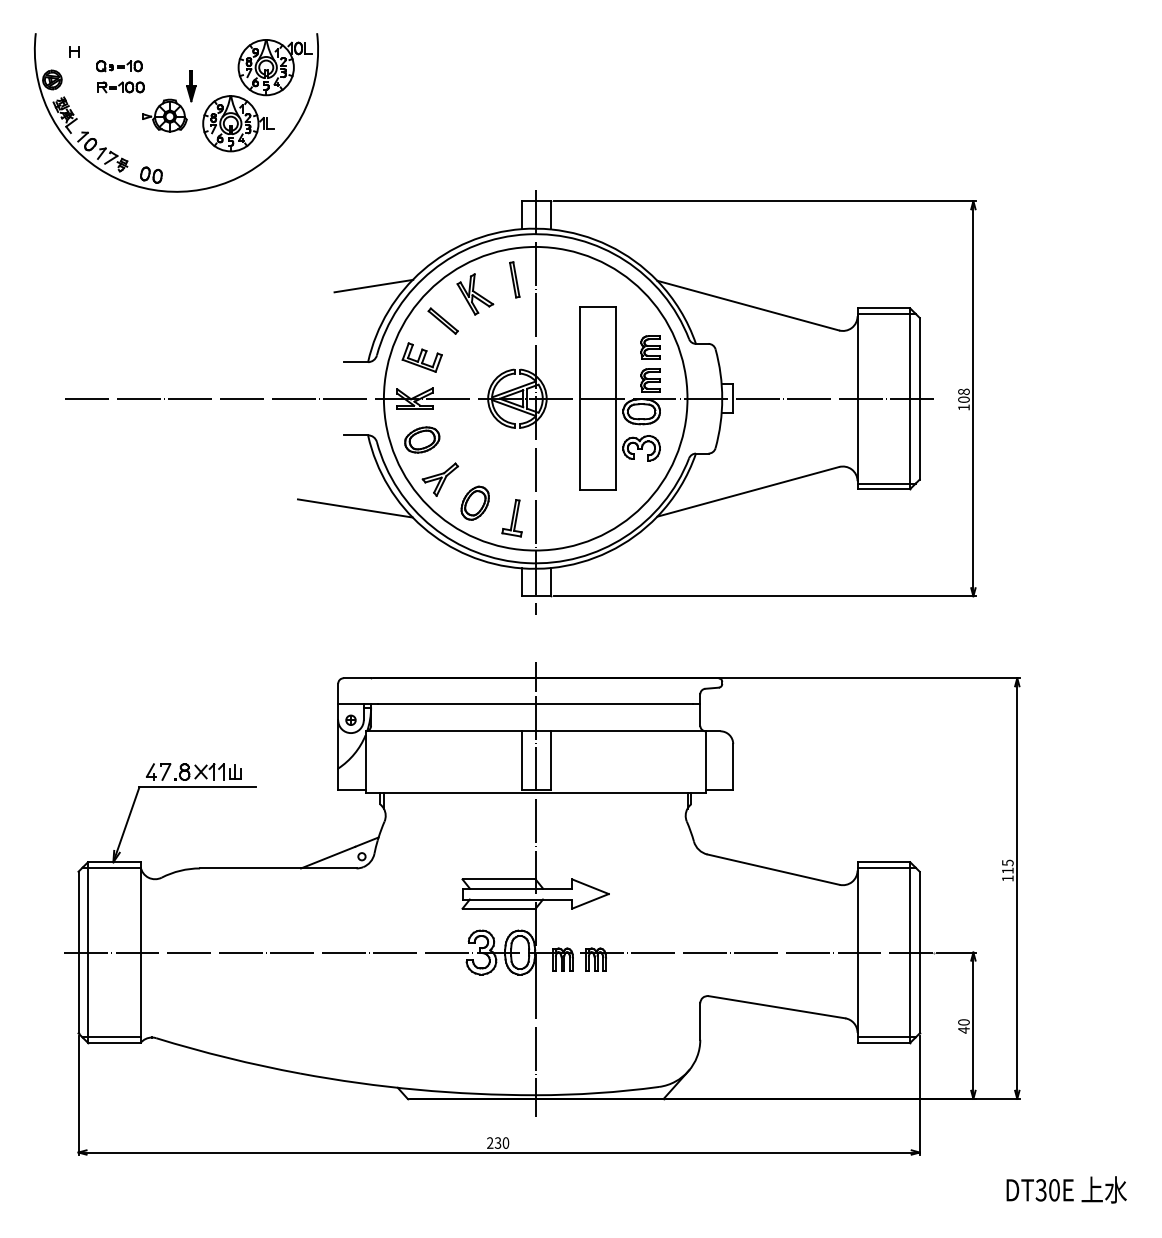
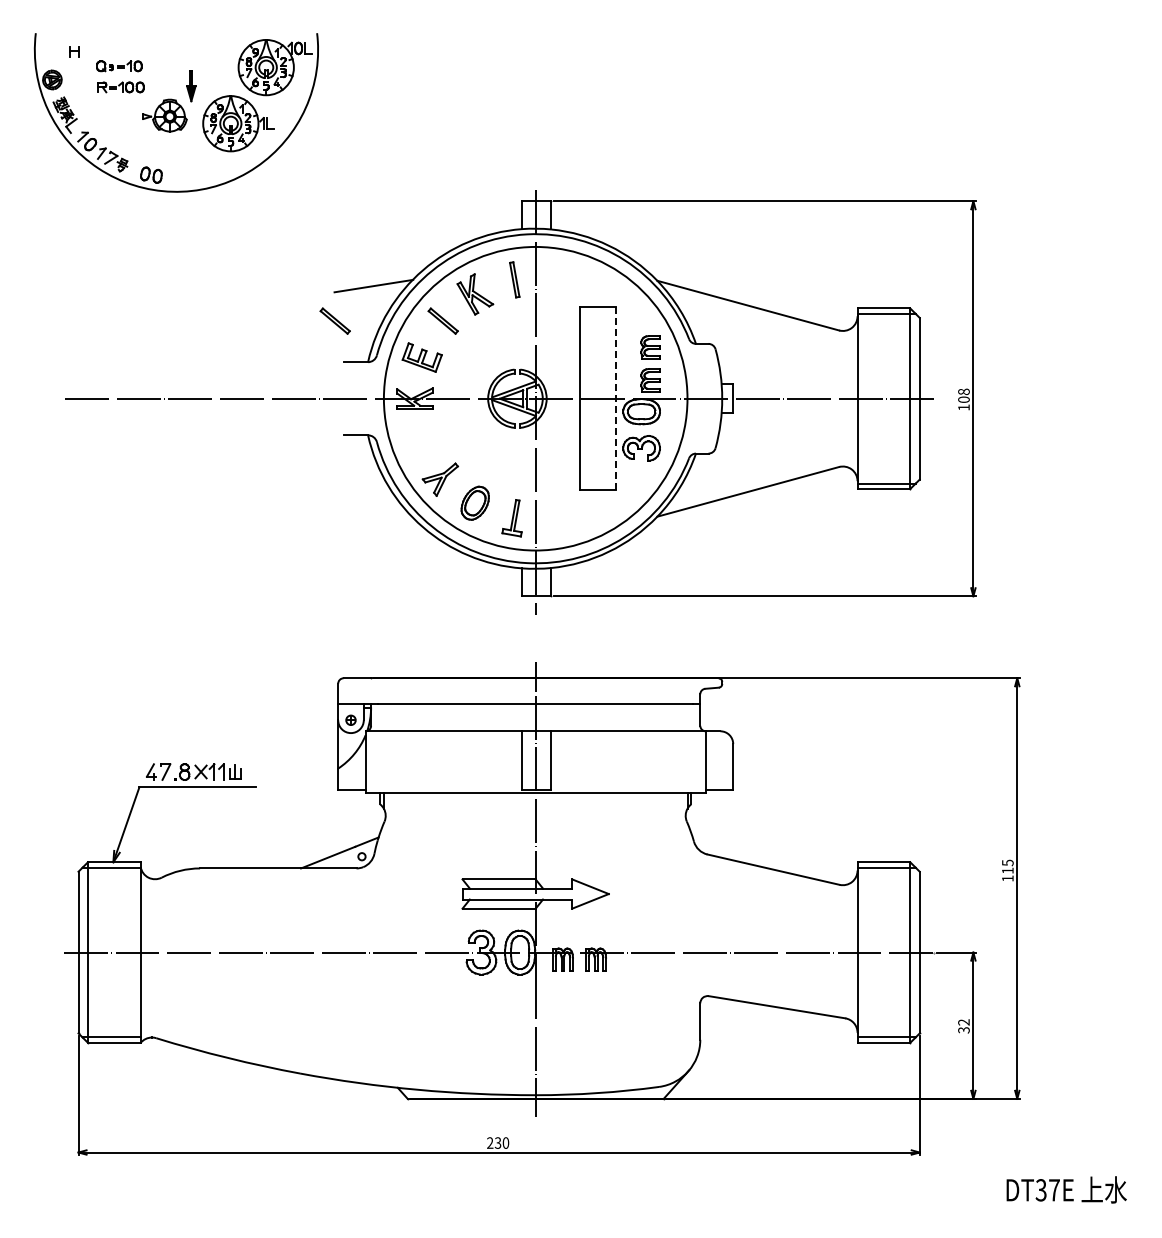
part at (334, 320): none -> present
line at (616, 399): solid -> dashed
part at (422, 439): present -> none
line at (354, 508): present -> none
text at (963, 1026): 40 -> 32
text at (1054, 1190): DT30E -> DT37E
